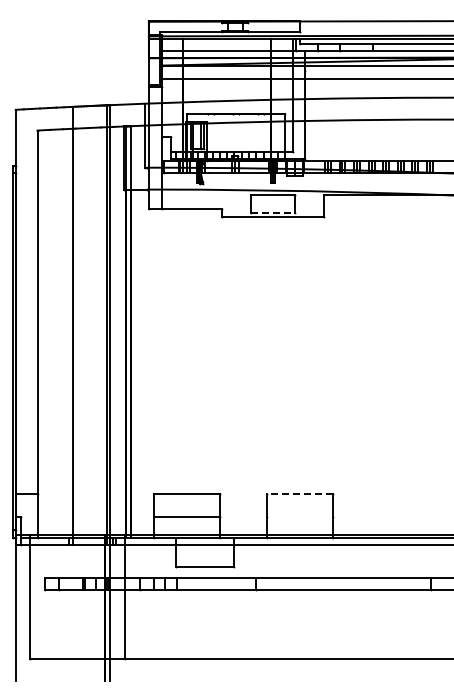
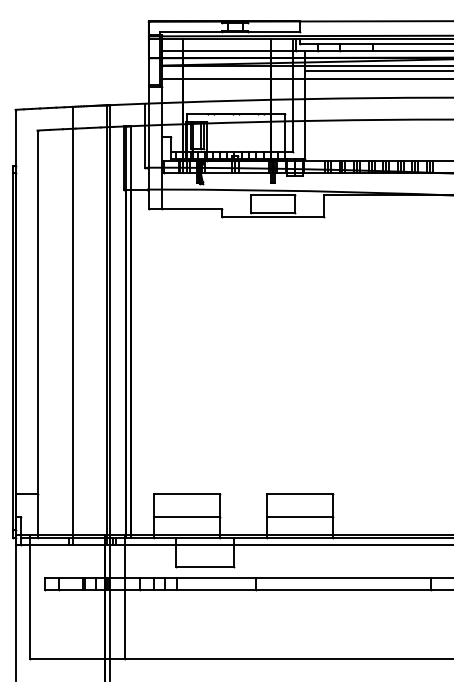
line at (377, 70): none -> present
line at (273, 212): dashed -> solid
line at (300, 493): dashed -> solid
line at (299, 517): none -> present
